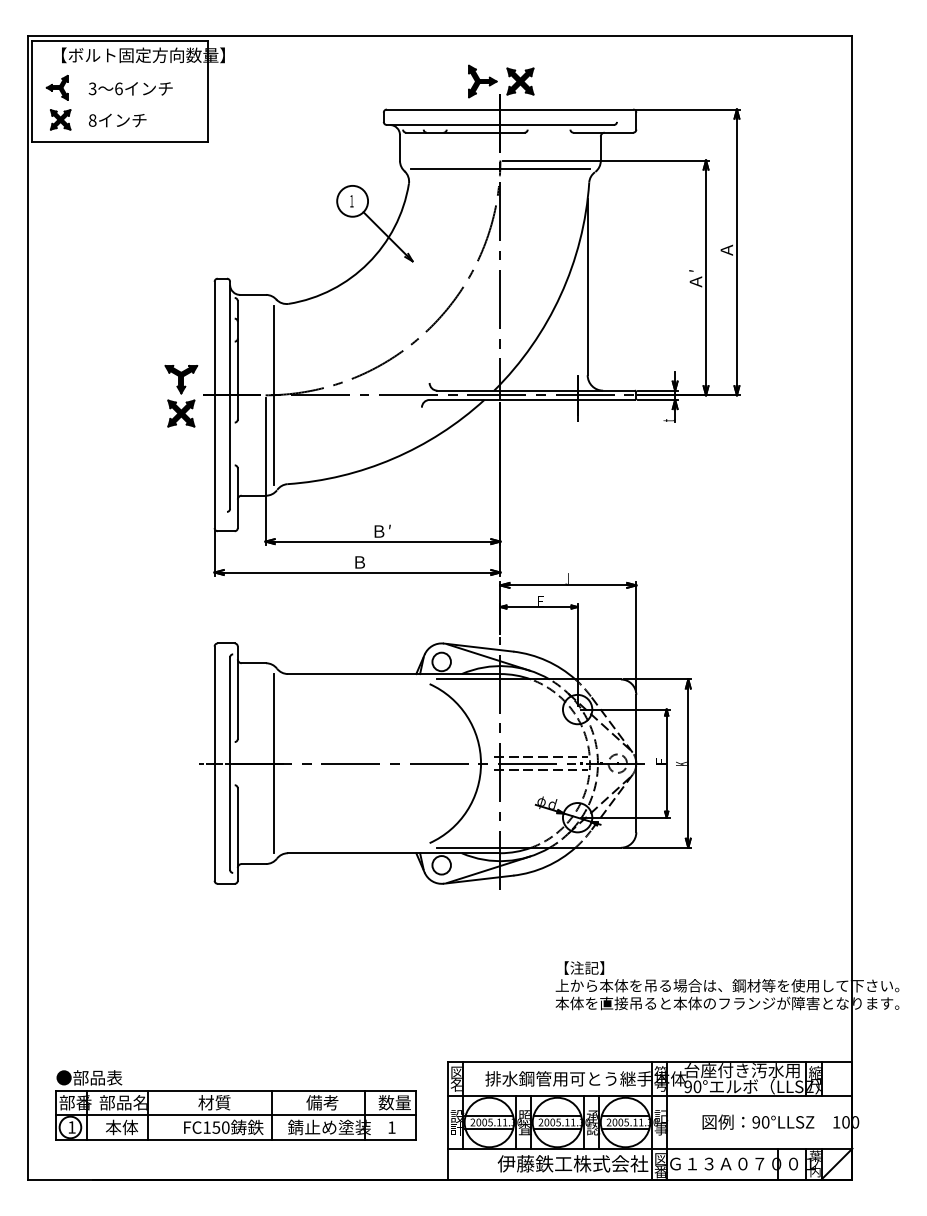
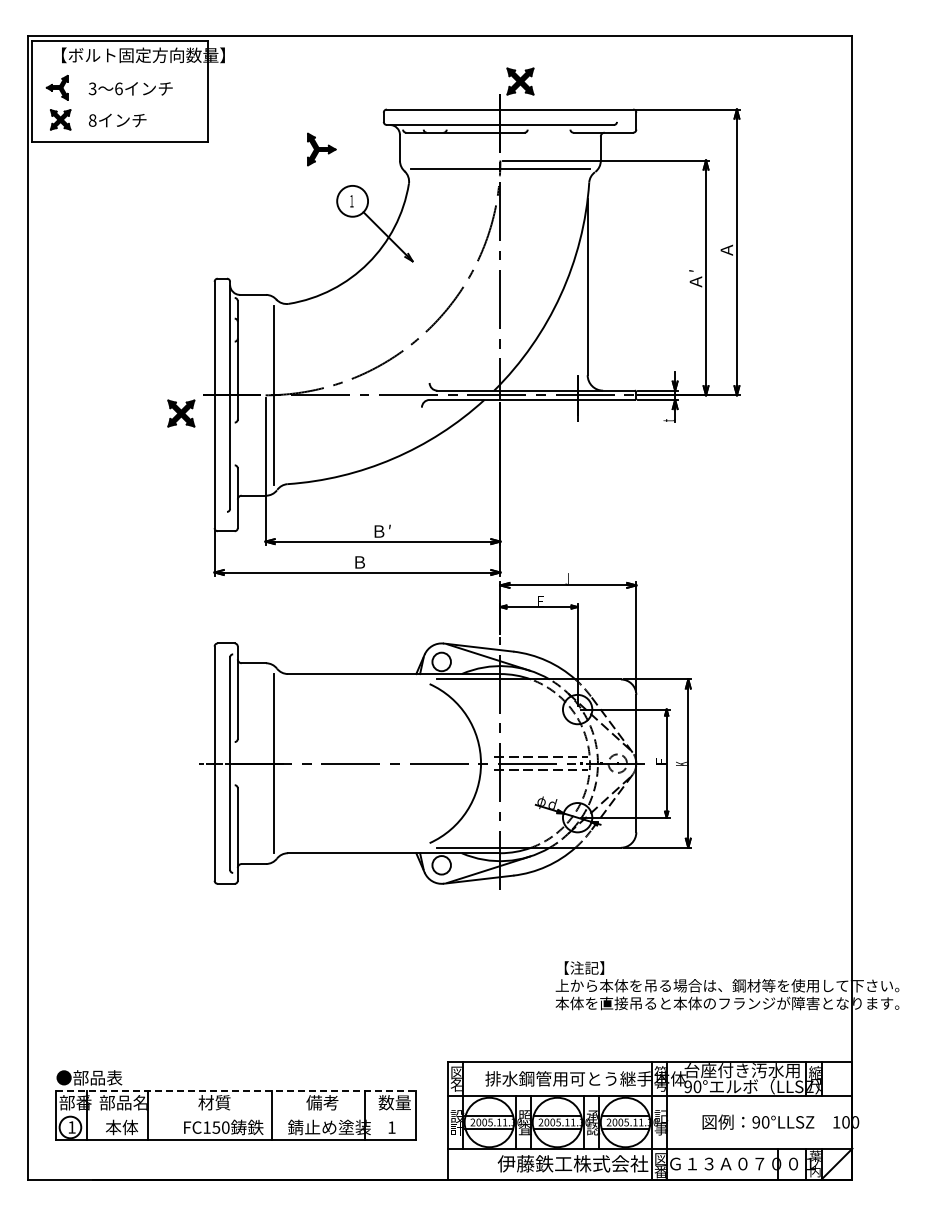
part at (482, 81) position: (482, 81) -> (321, 149)
part at (181, 379): present -> none
line at (236, 1090): solid -> dashed
line at (235, 1115): present -> none
